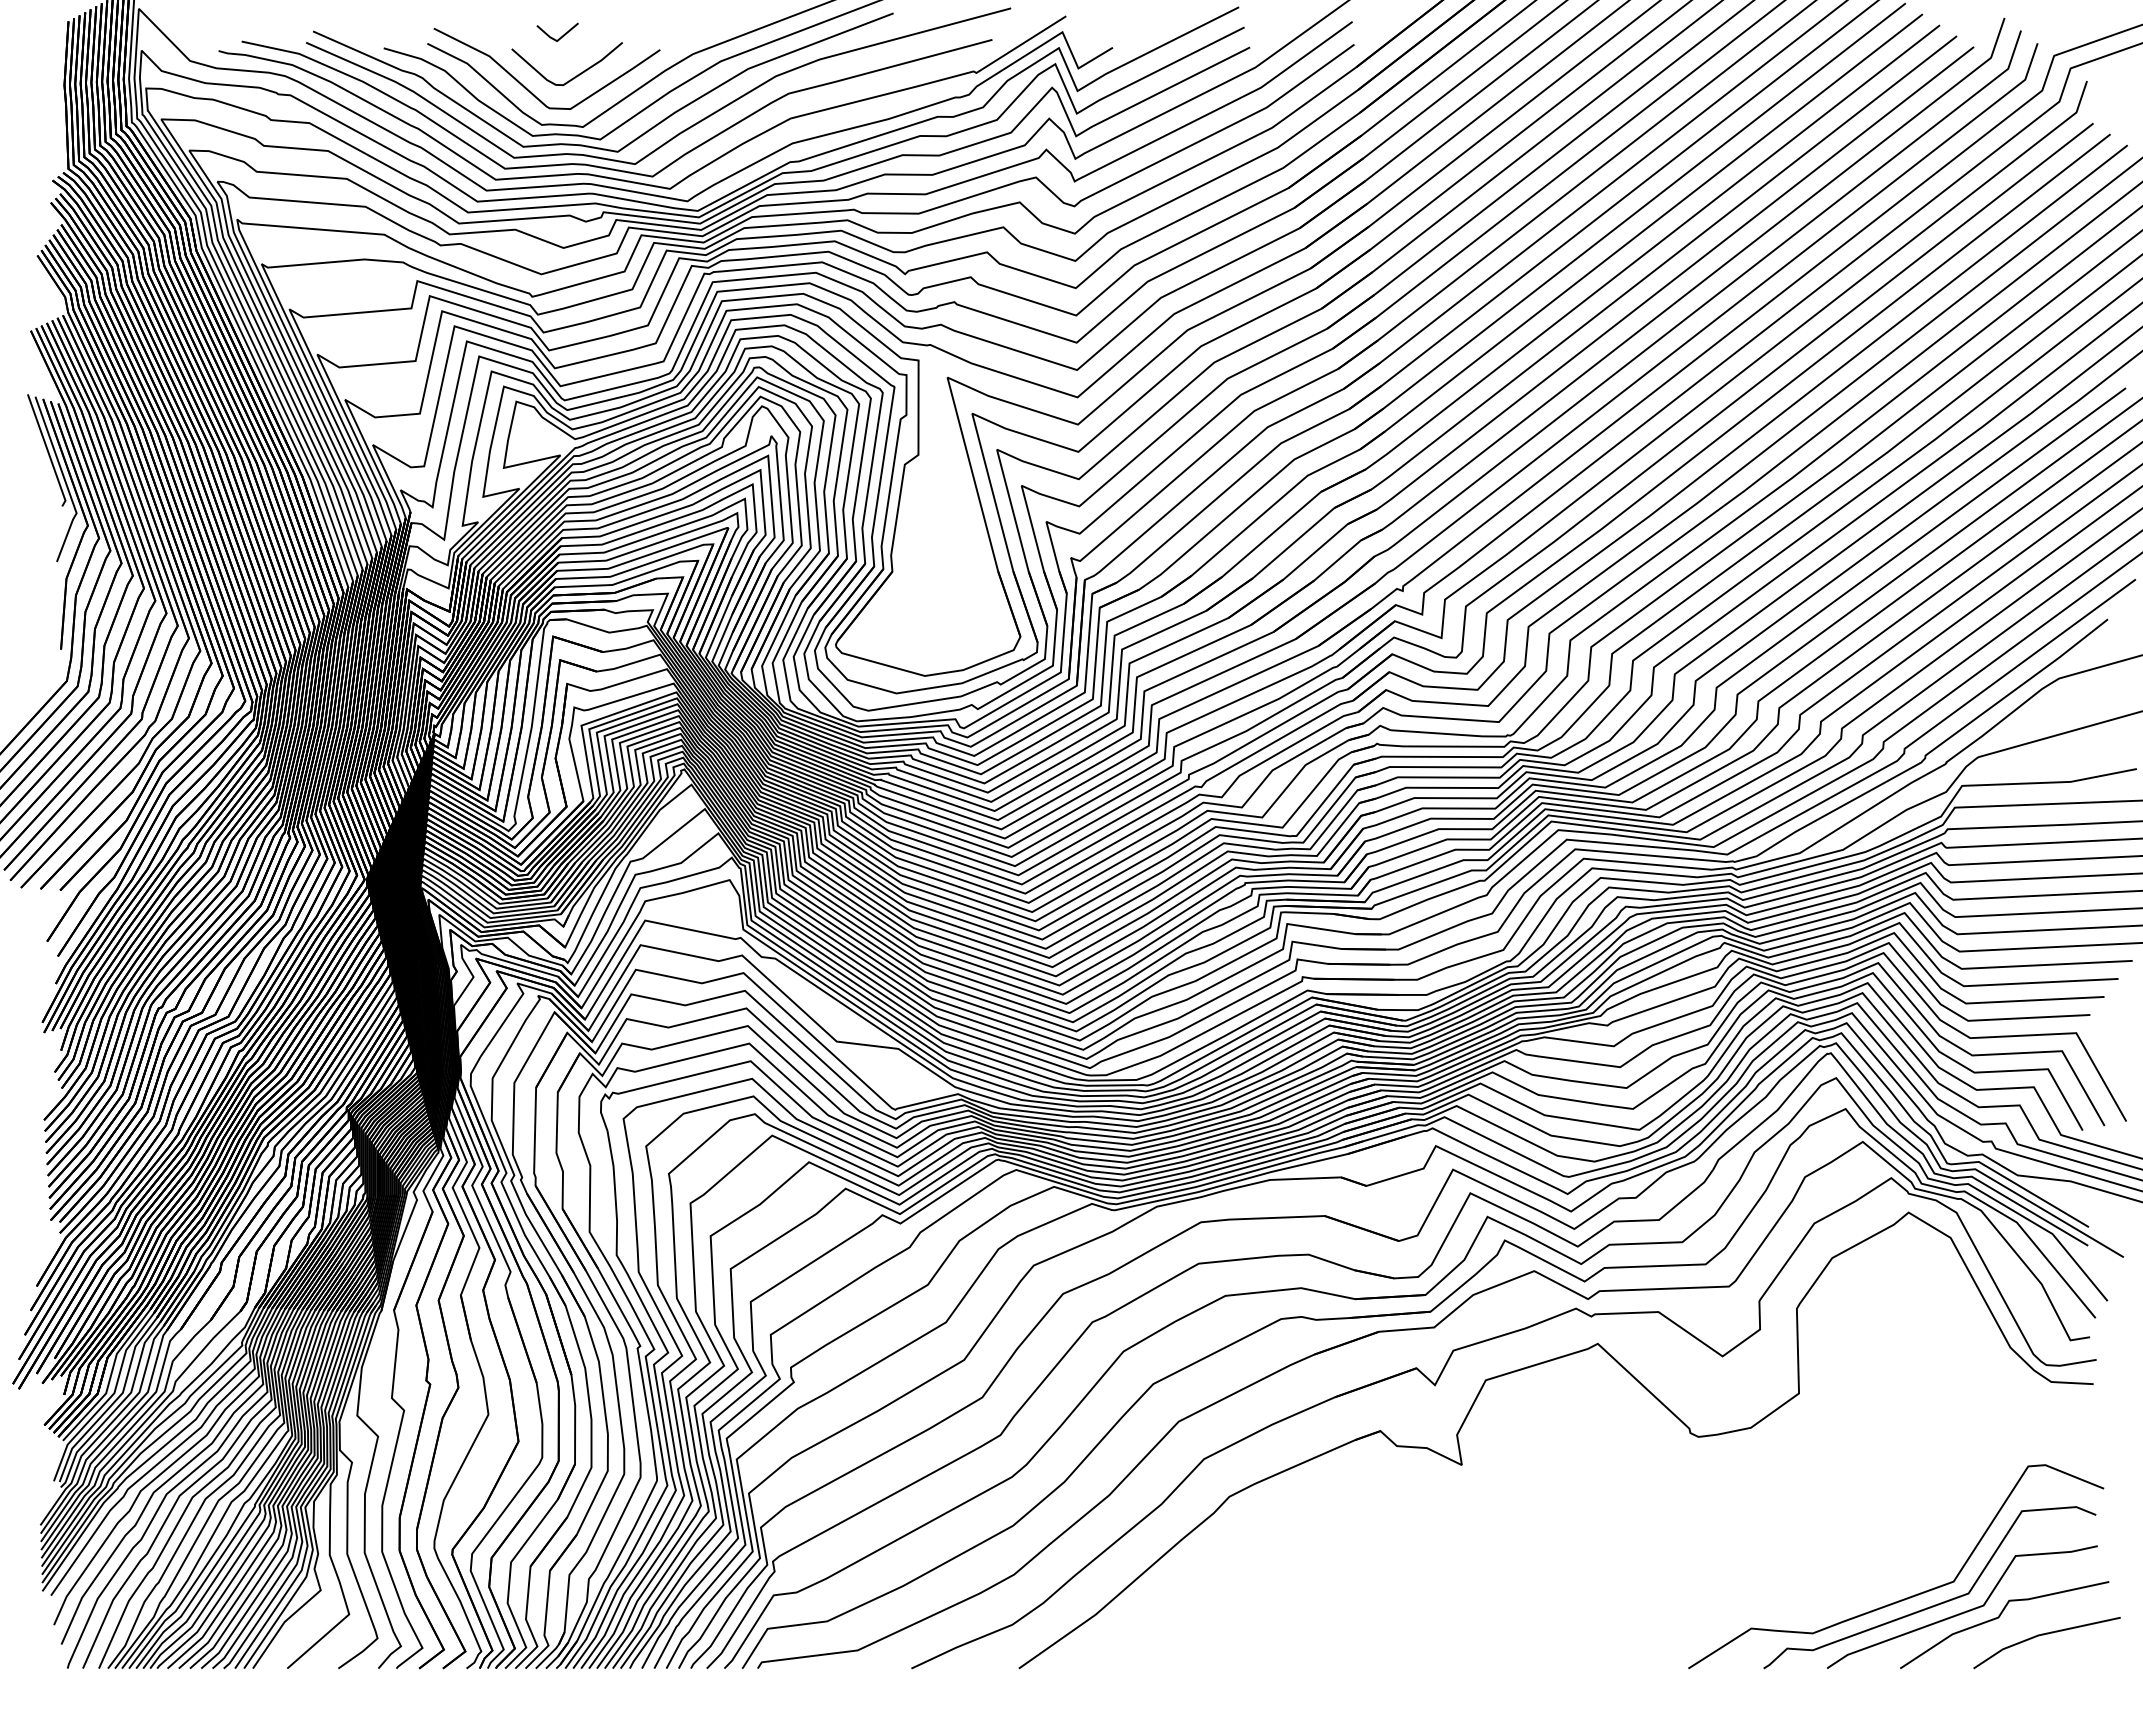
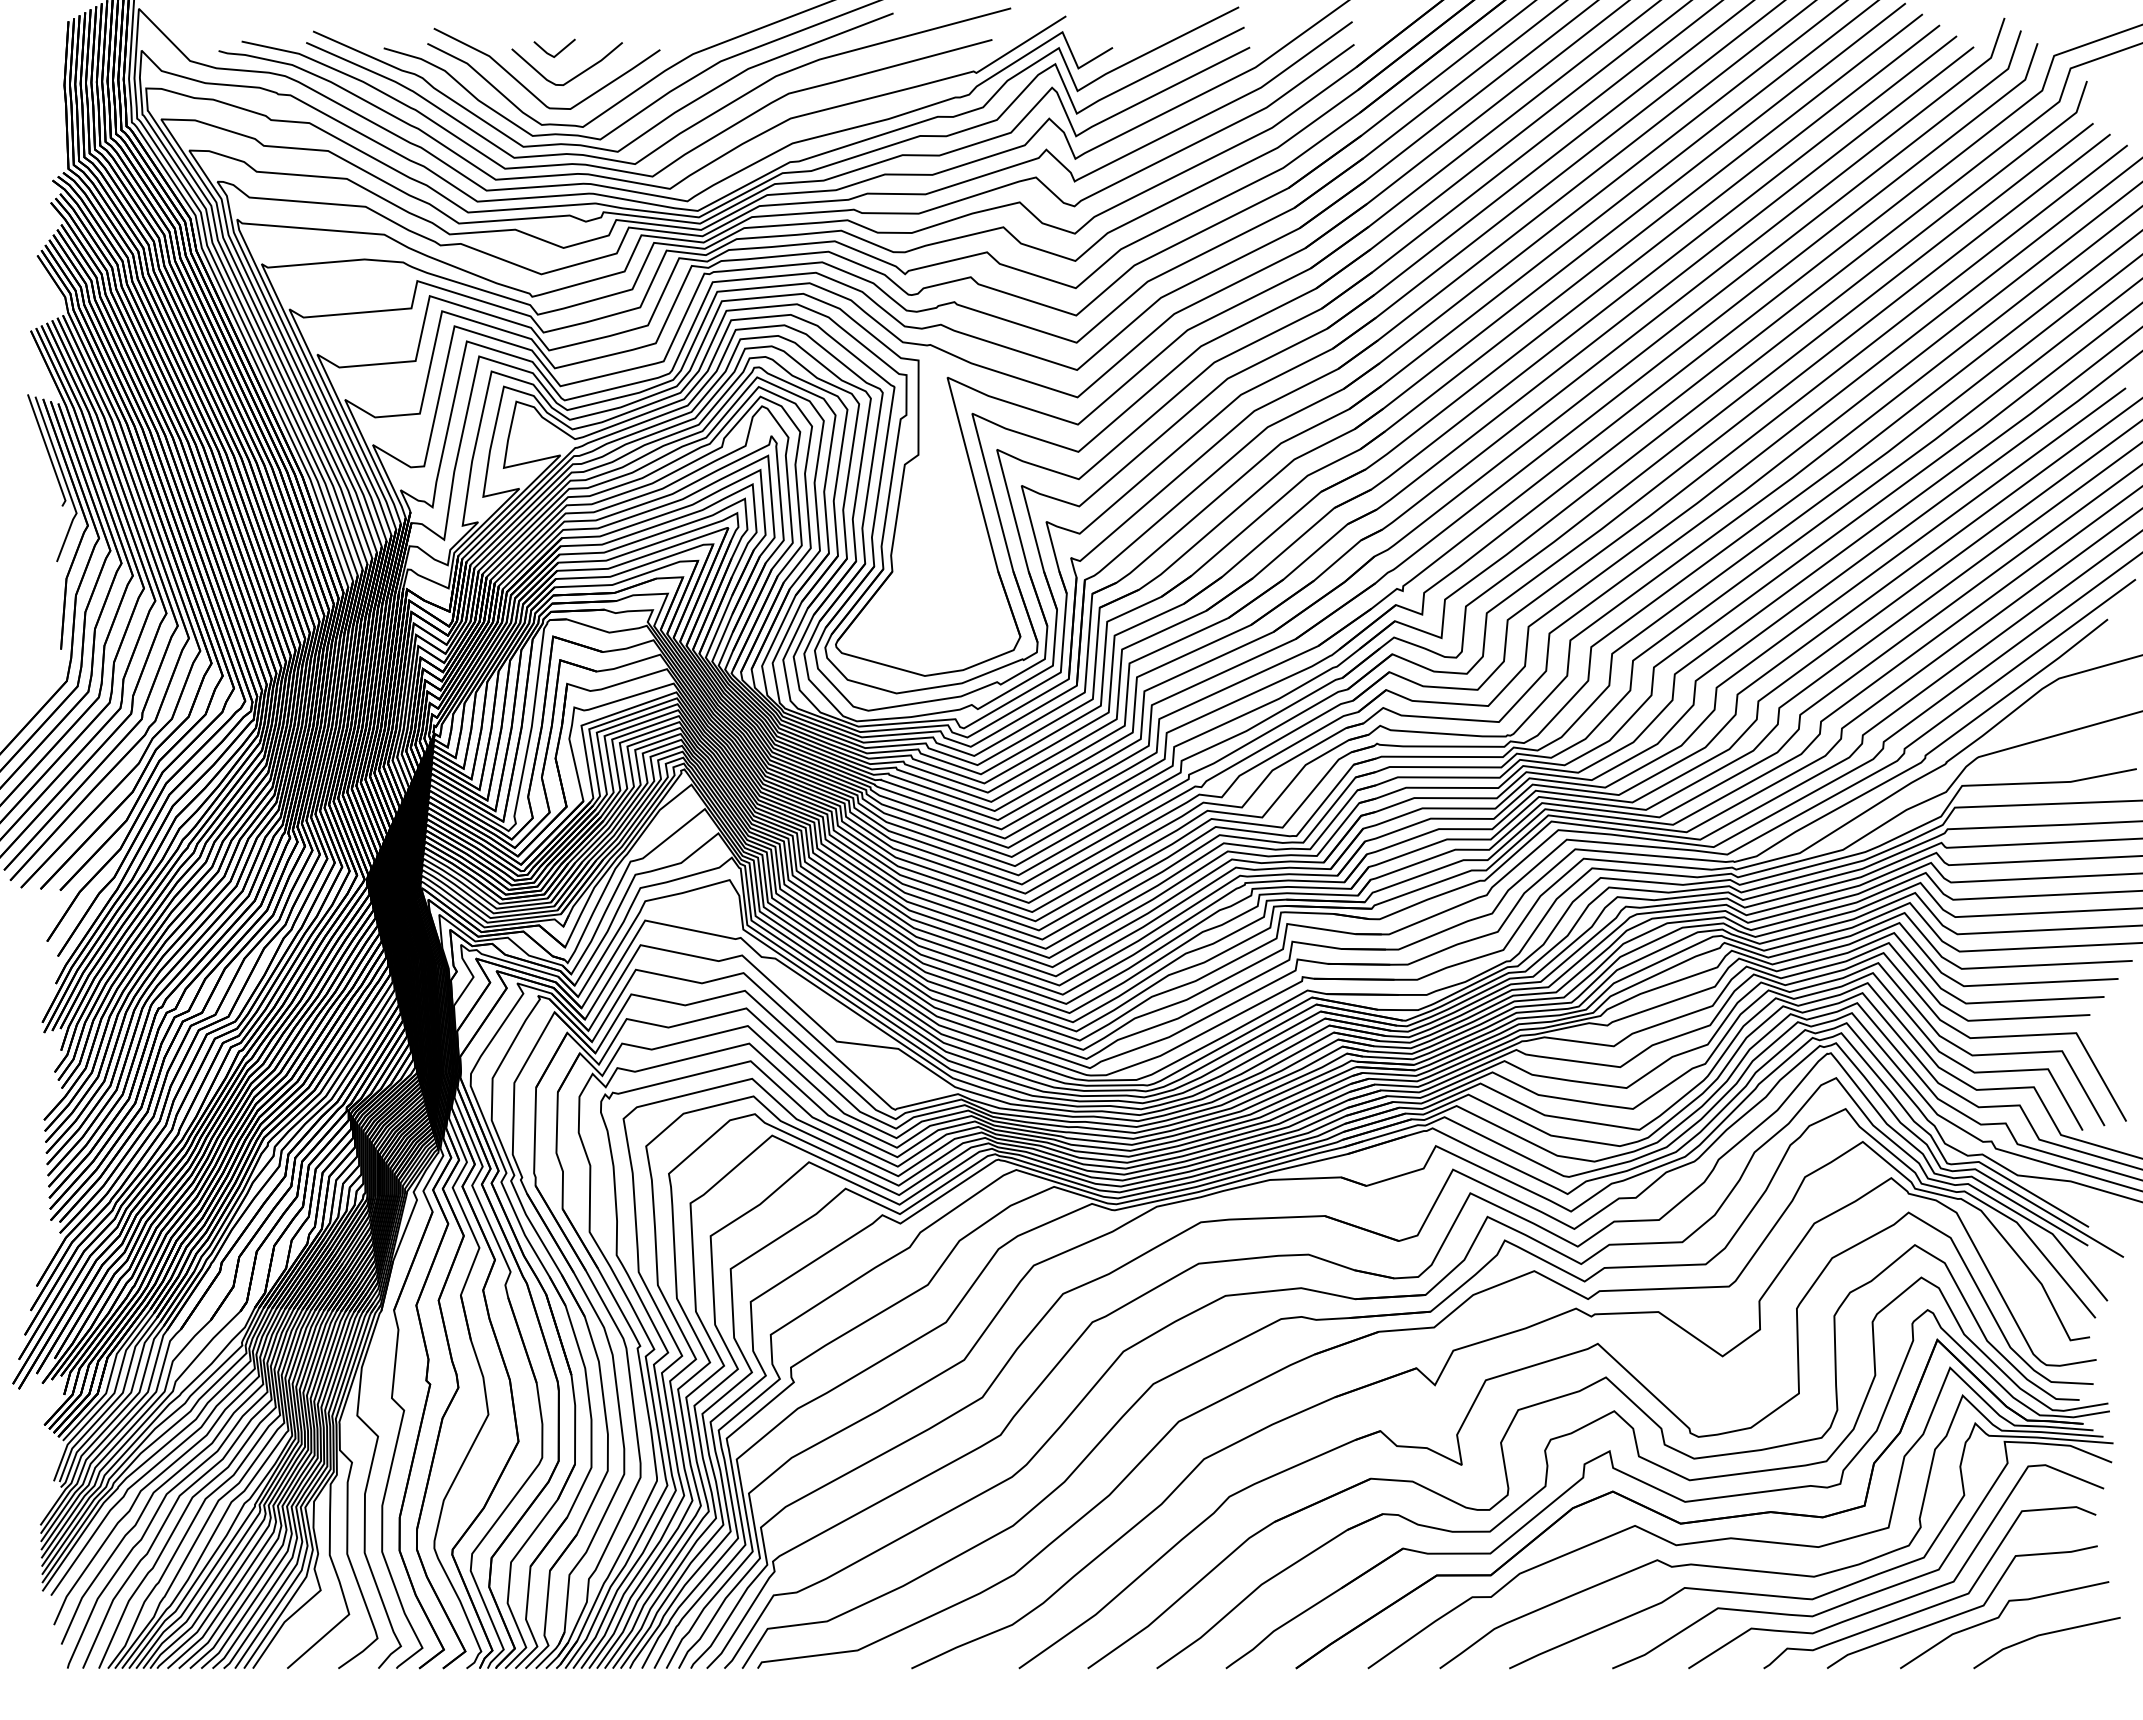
line at (559, 37) position: (559, 37) -> (556, 53)
part at (1600, 1456): none -> present
